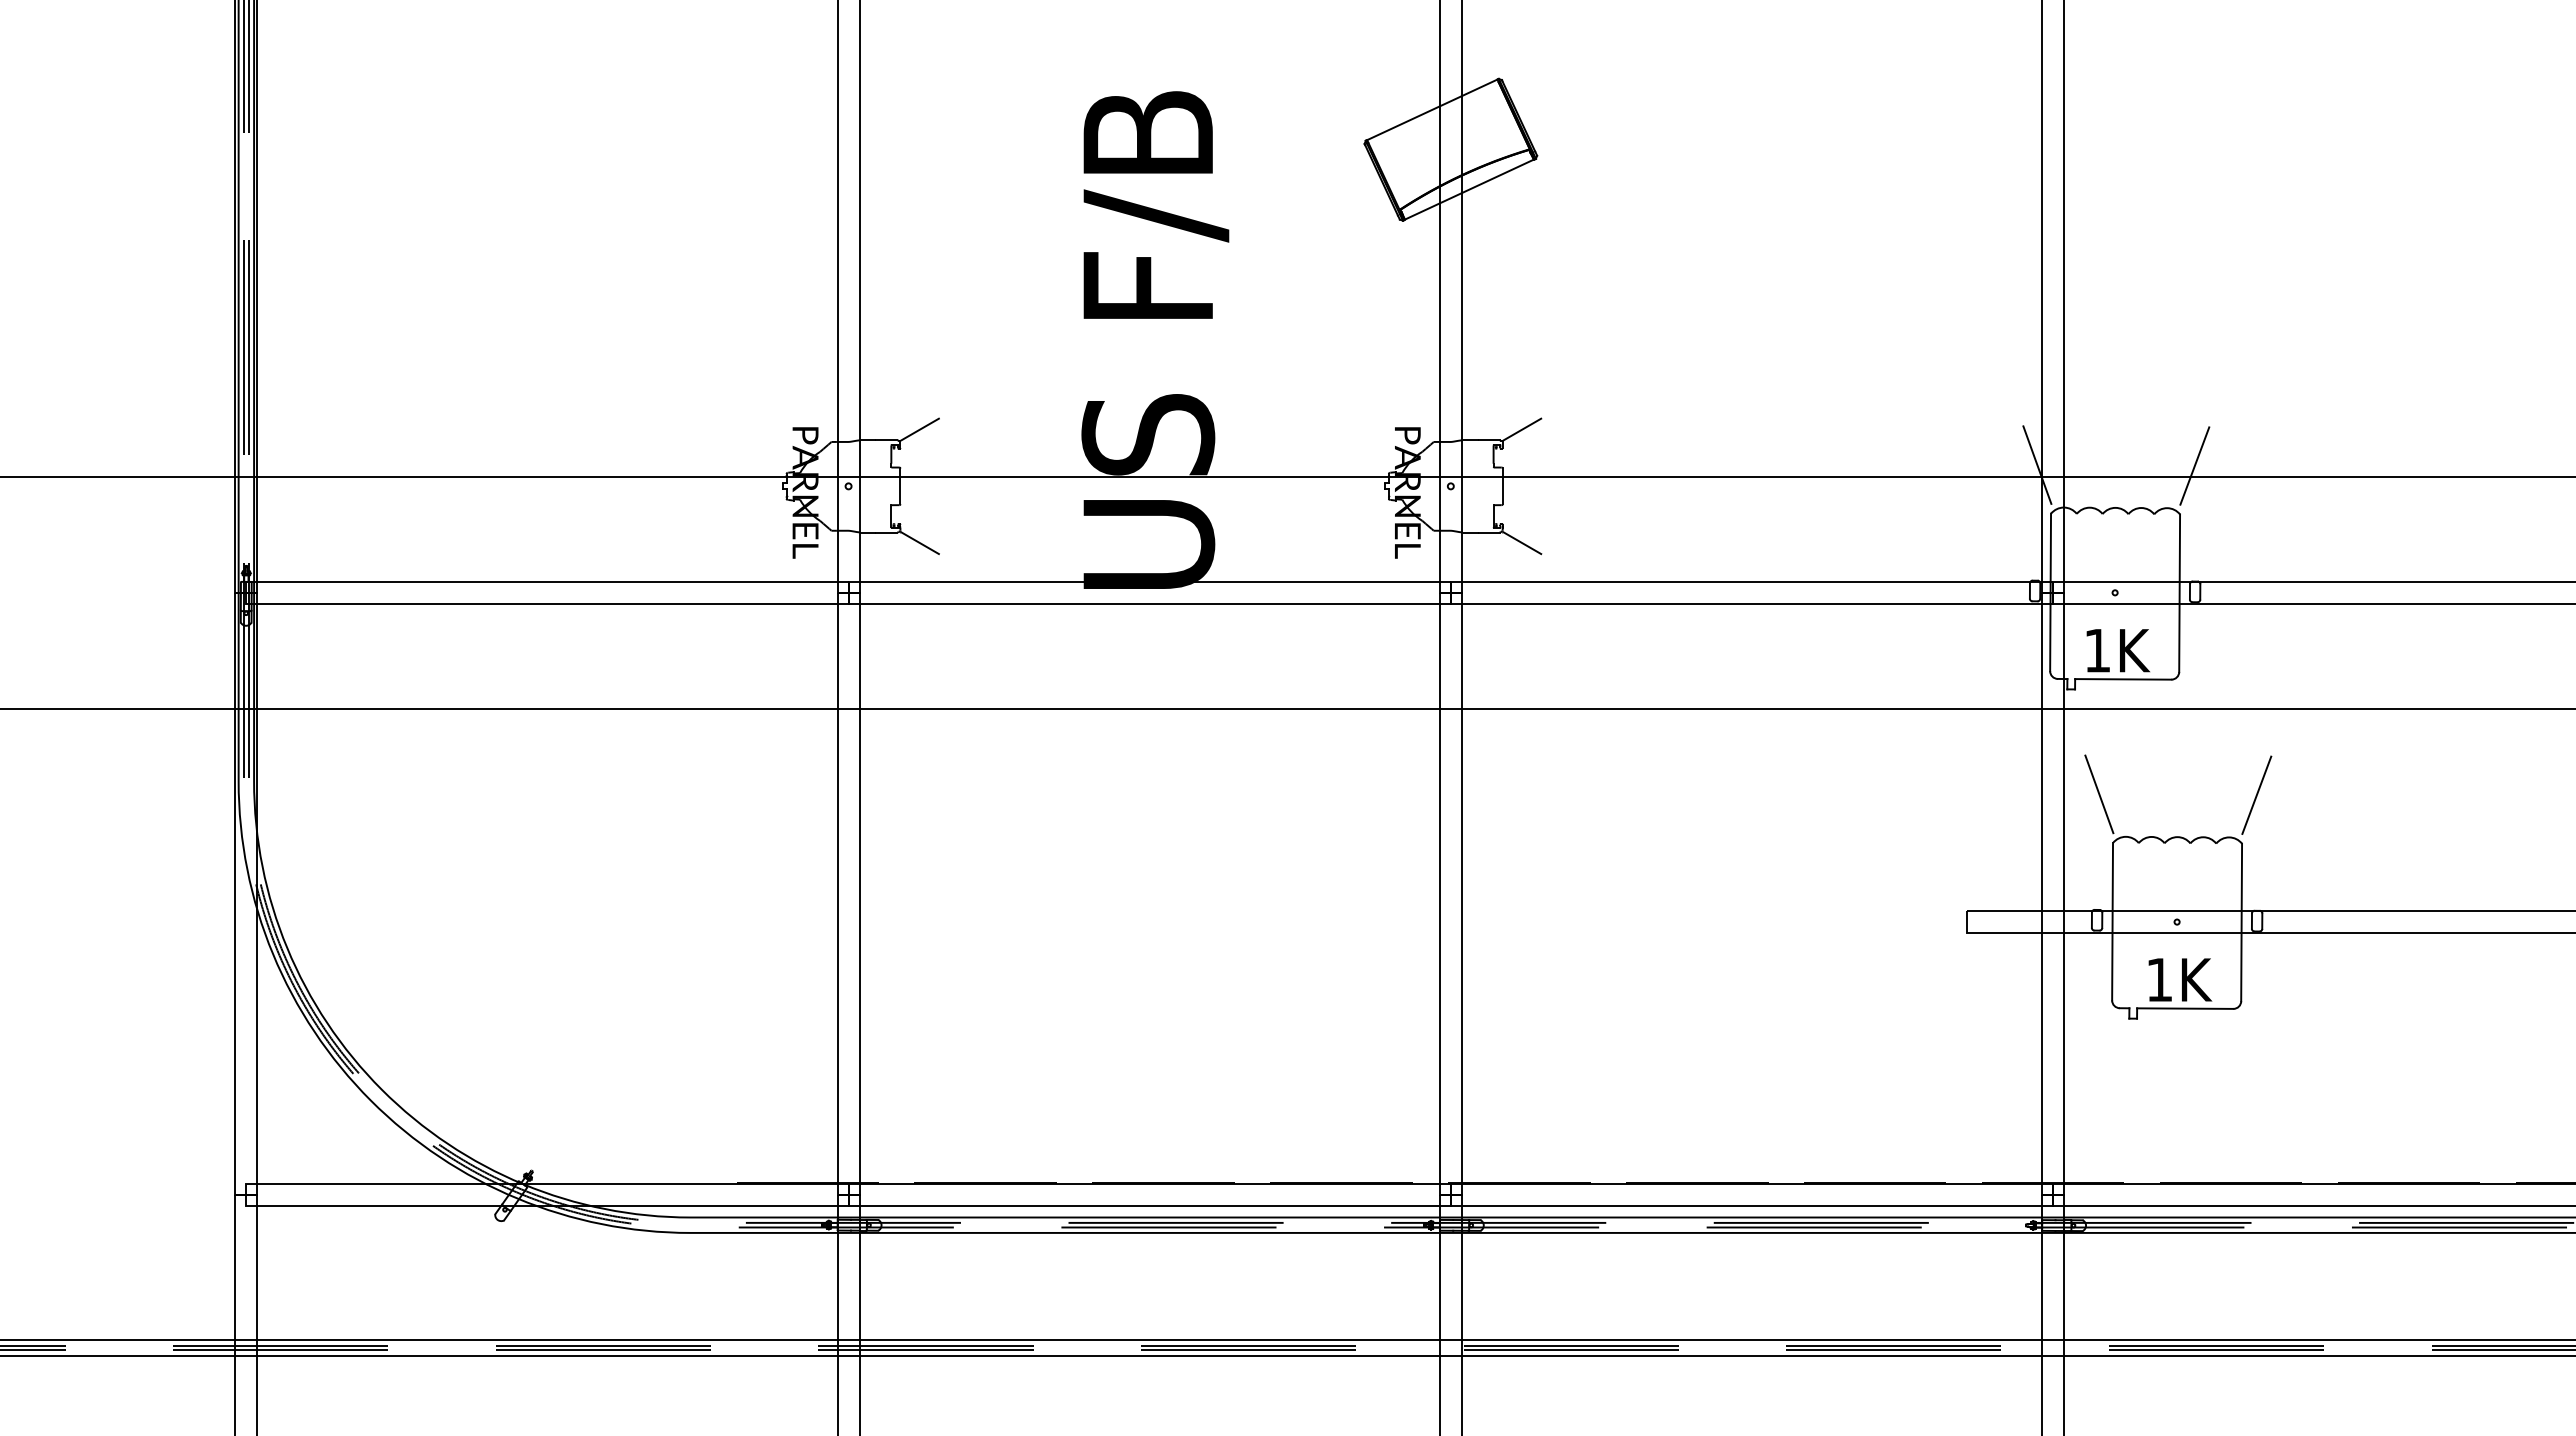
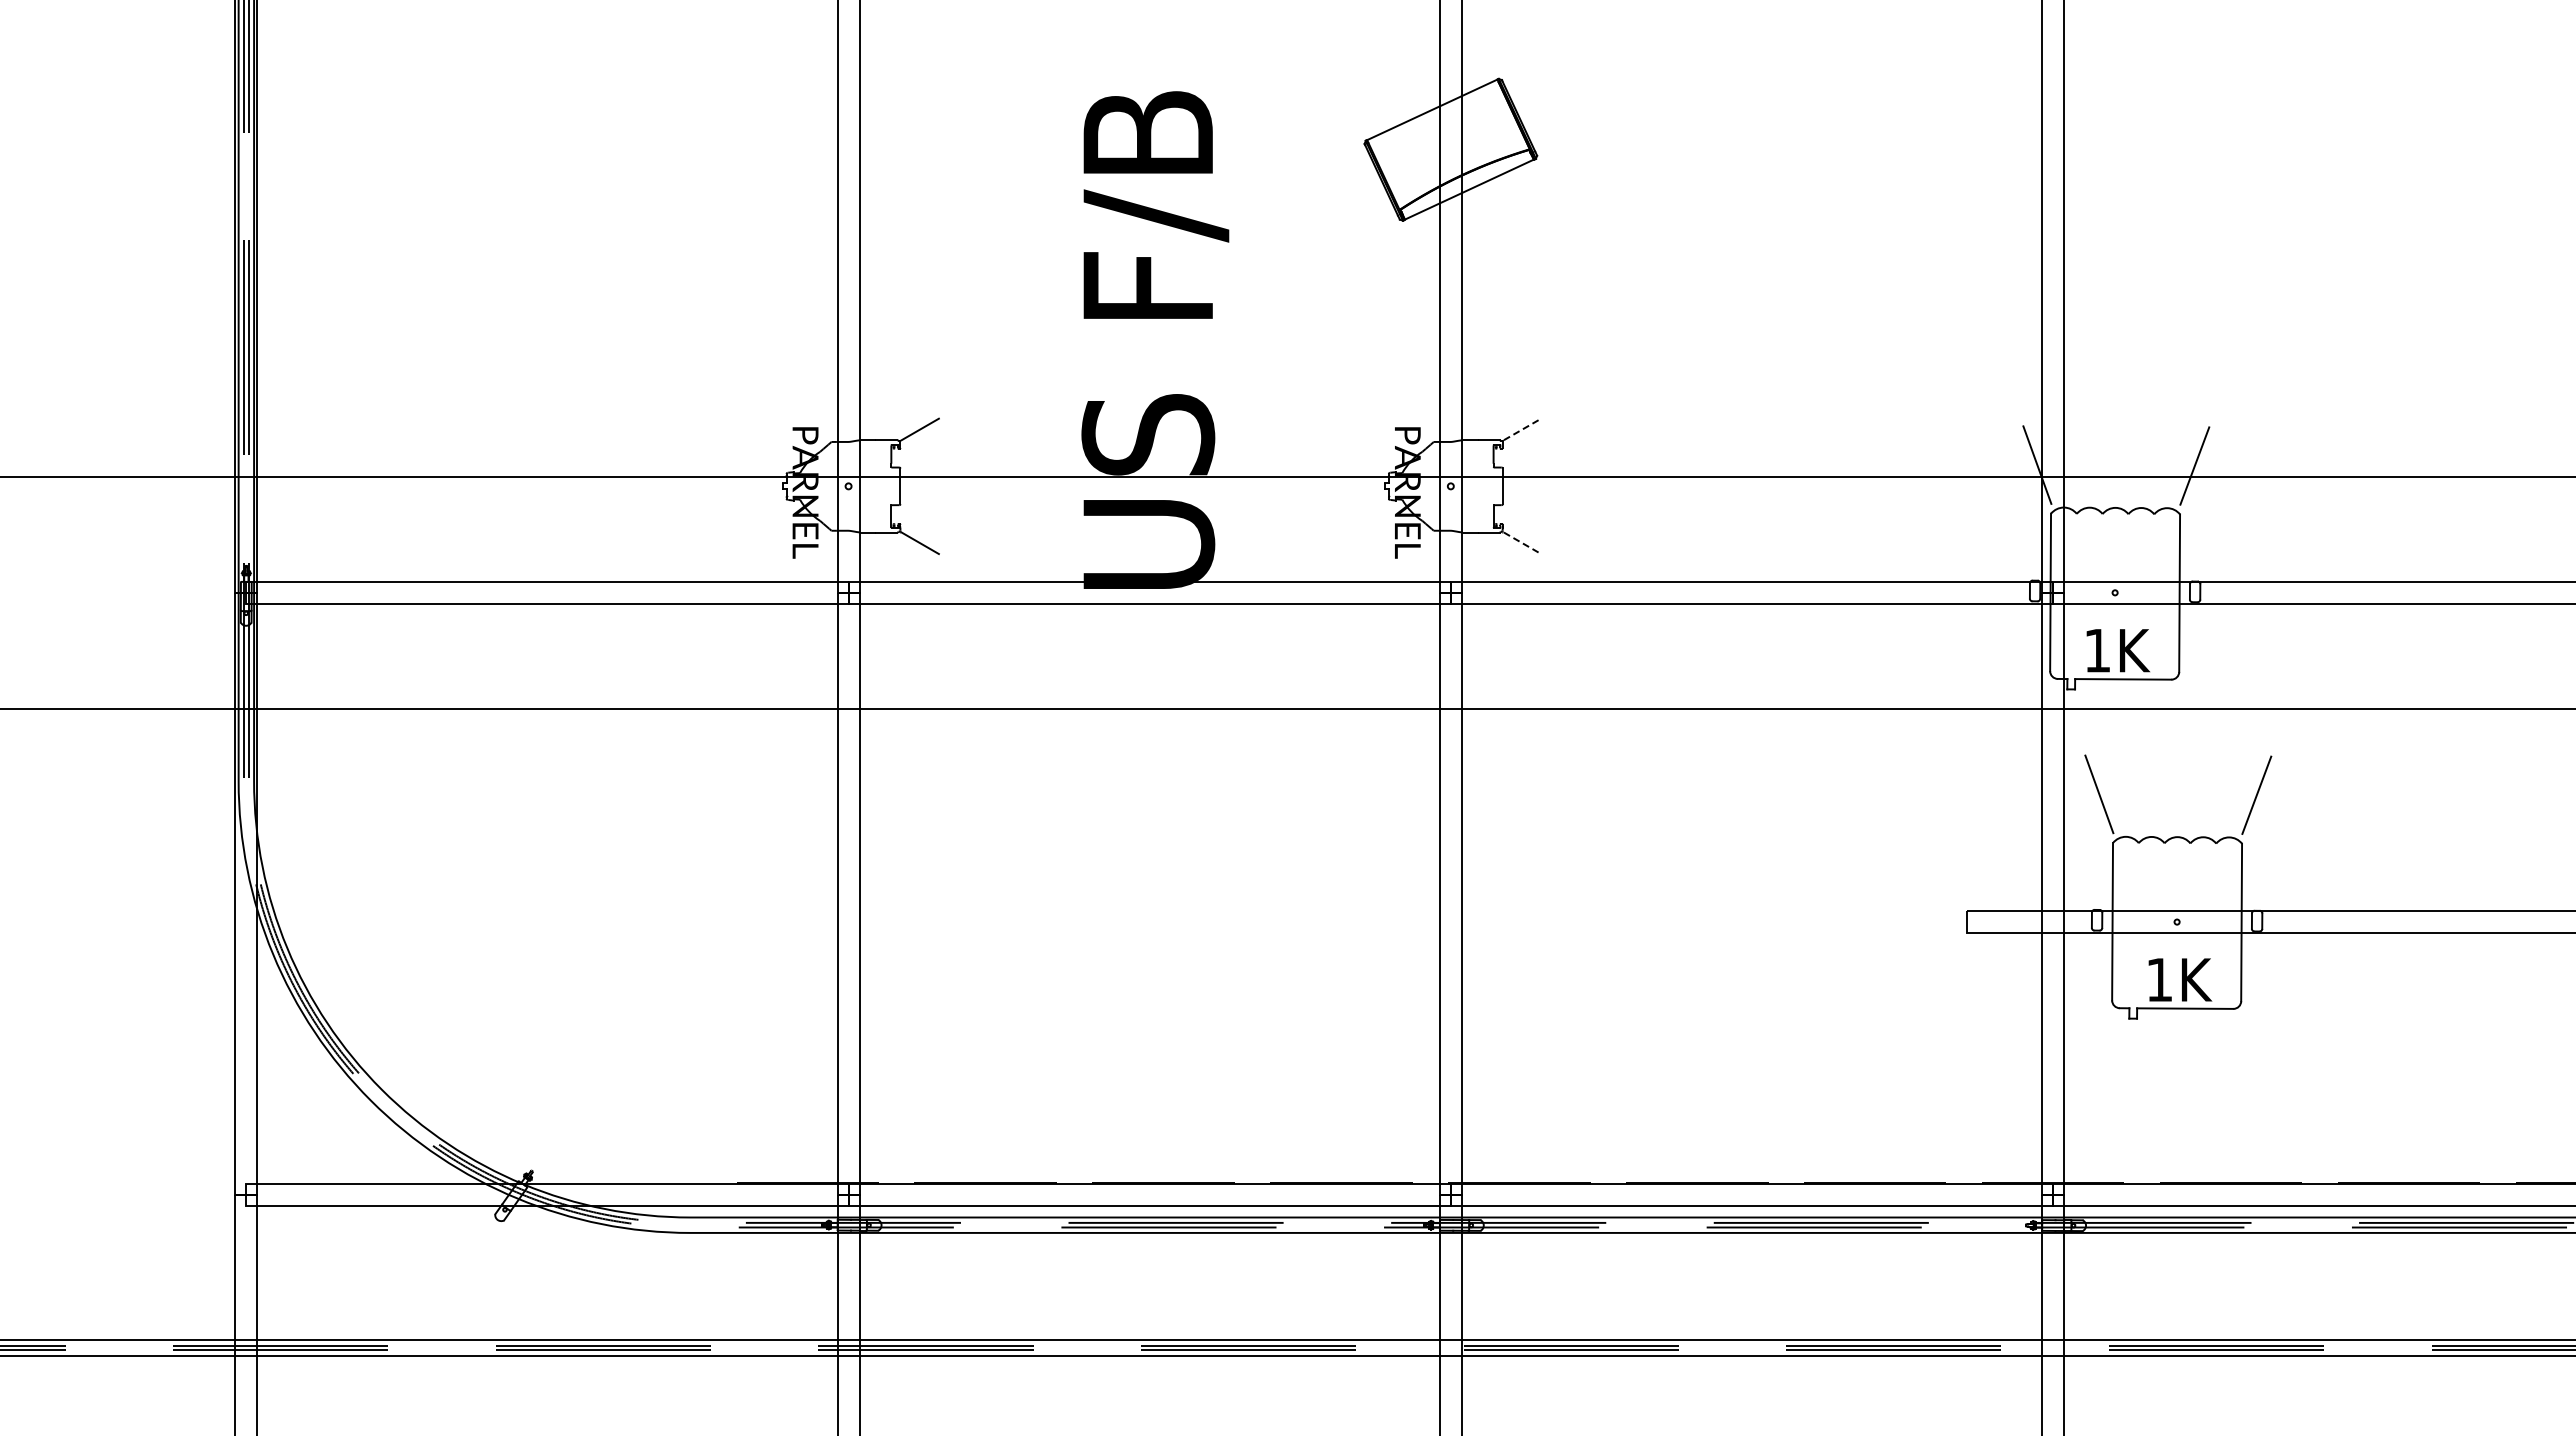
line at (1522, 429): solid -> dashed
line at (1522, 543): solid -> dashed
